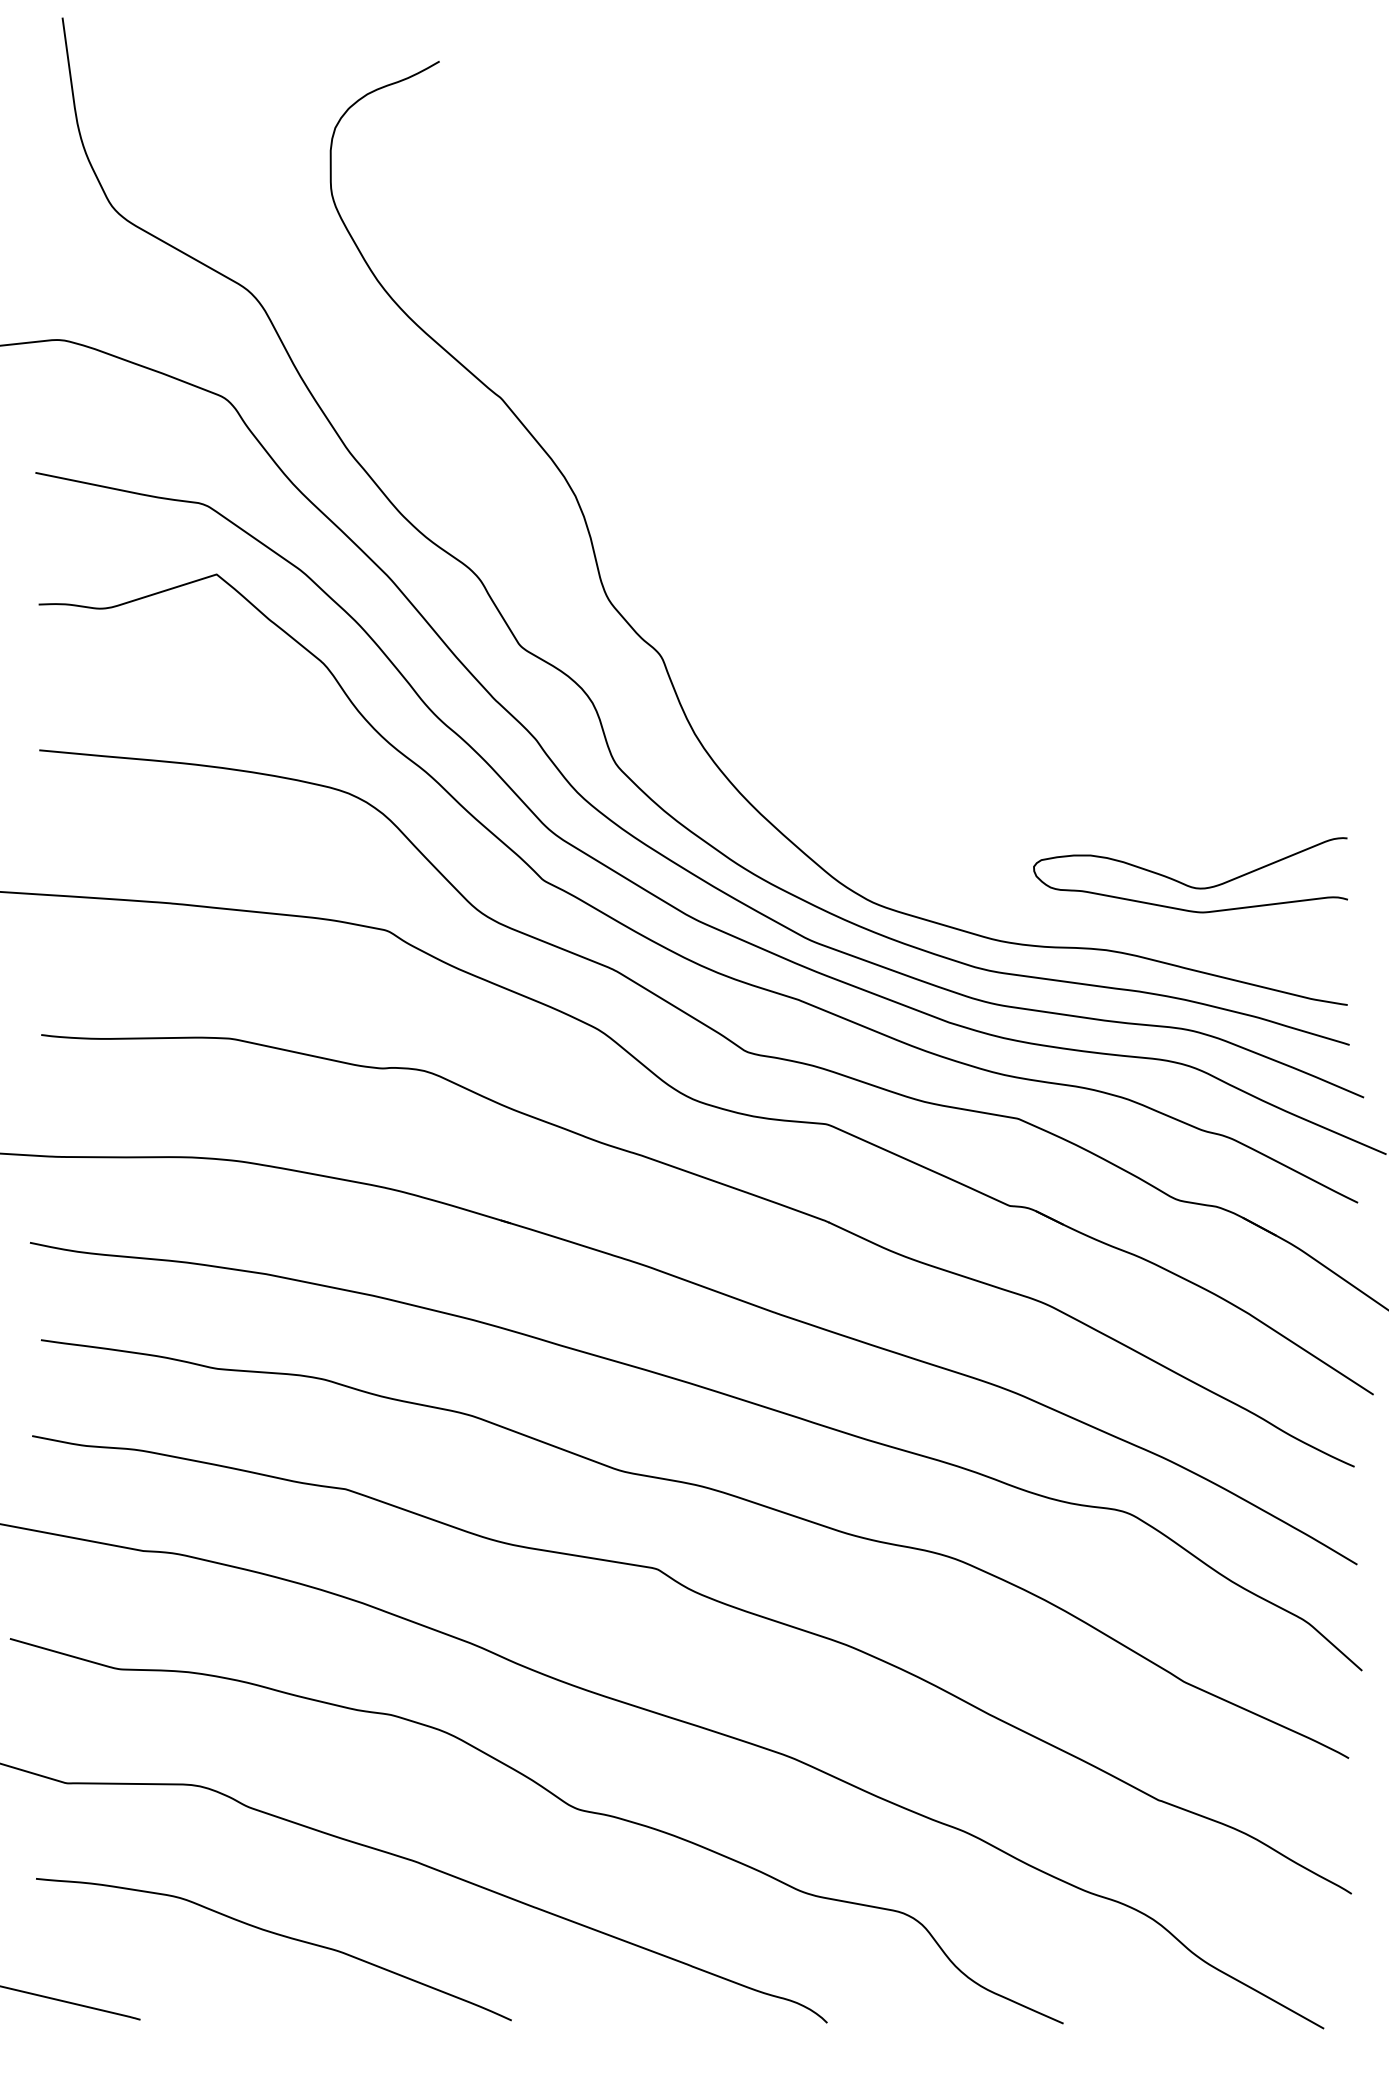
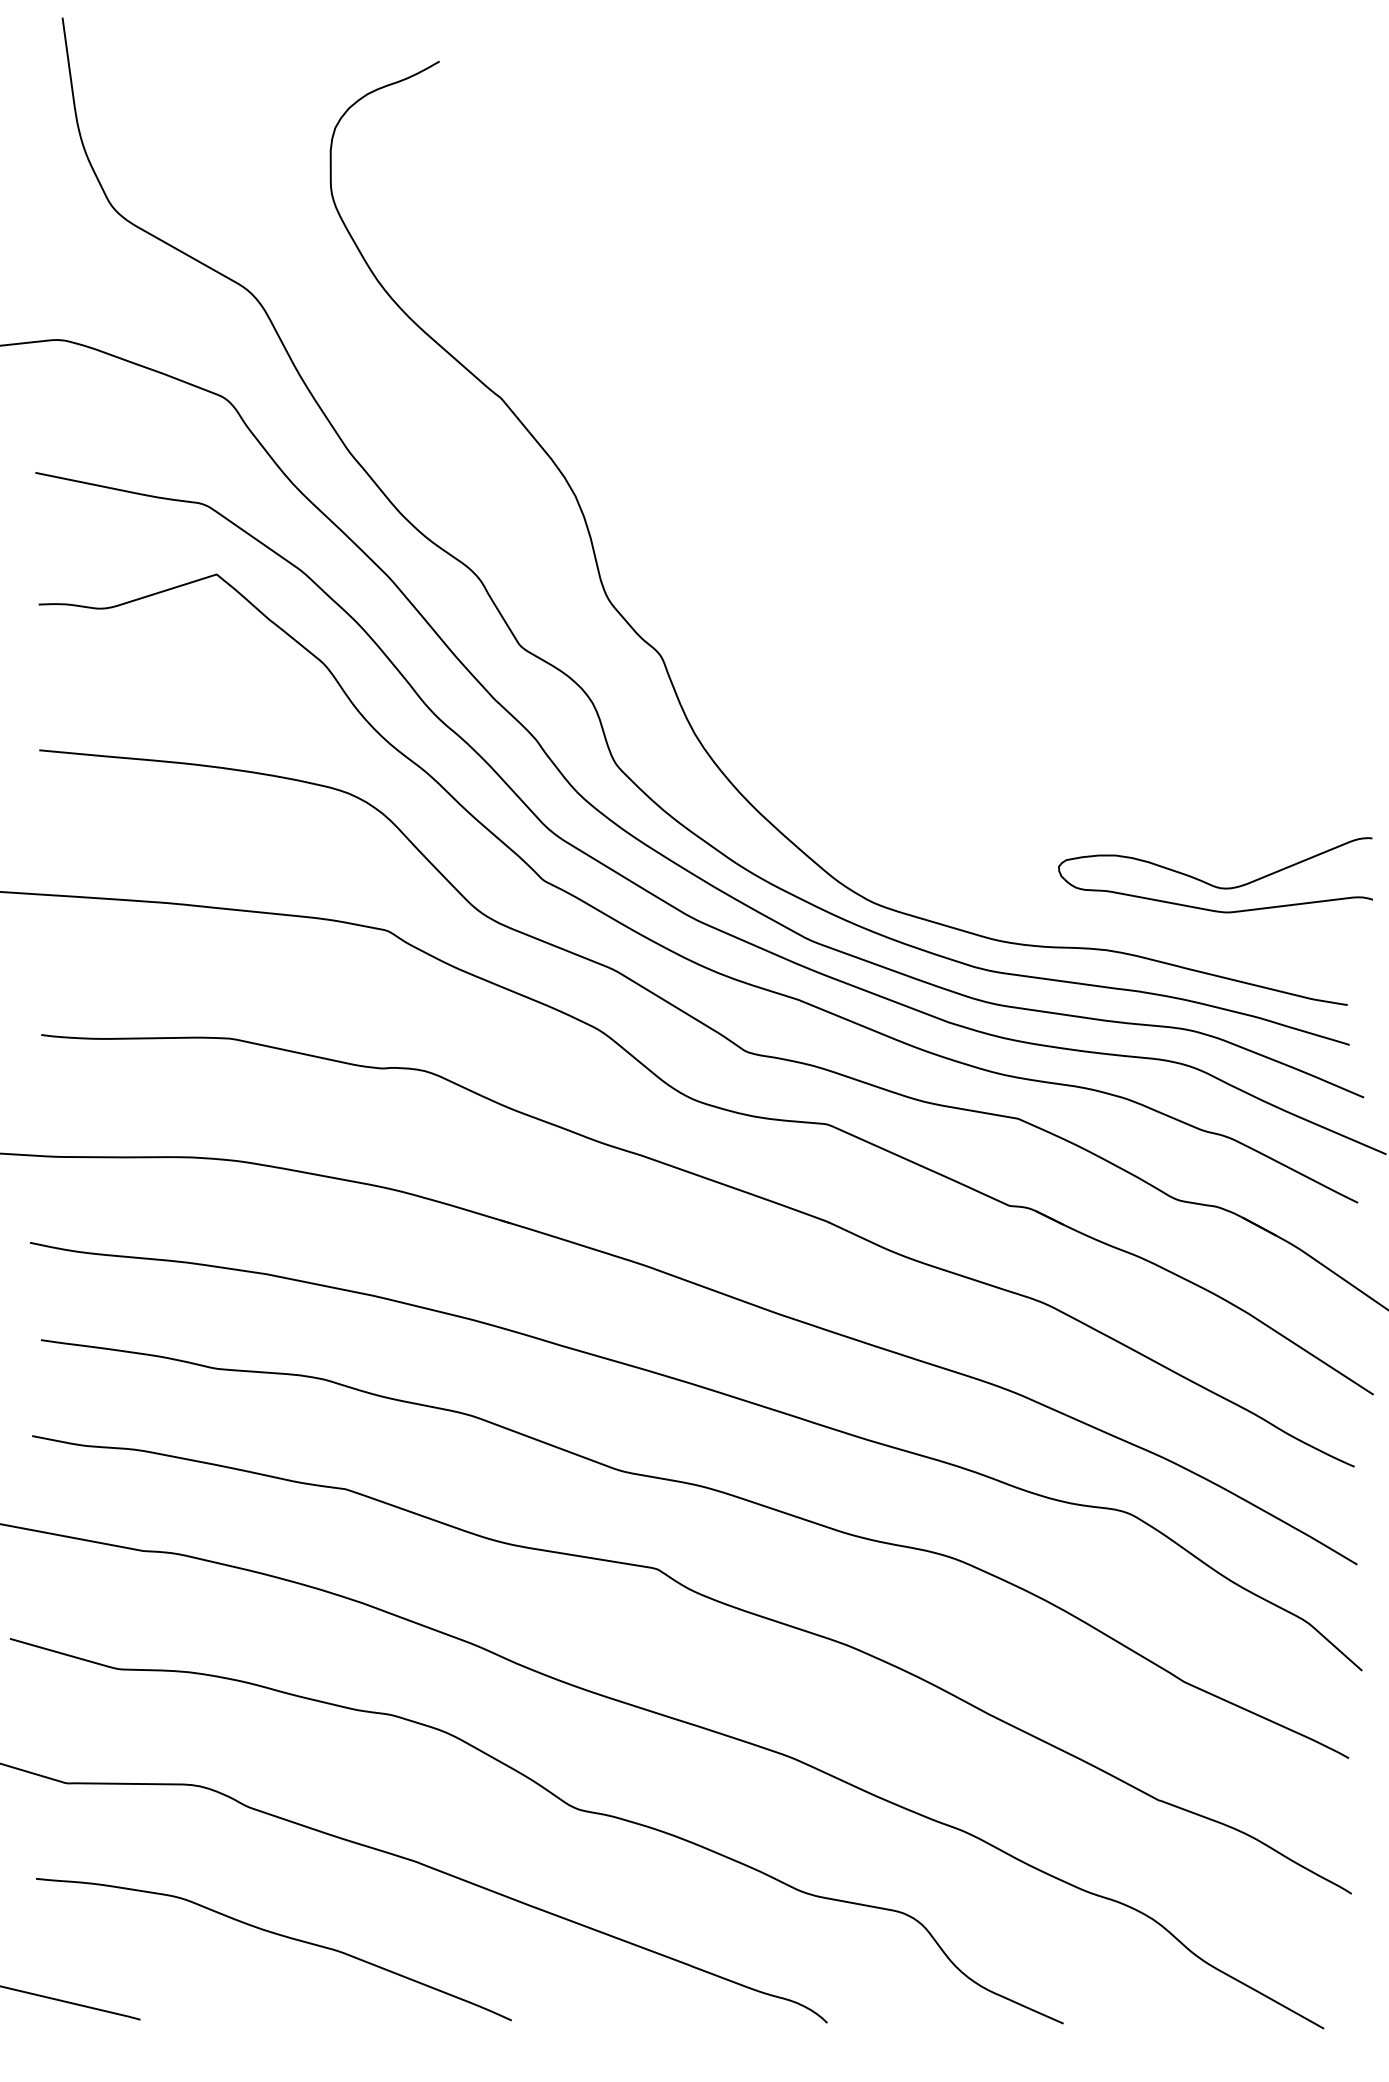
curve at (1185, 883) position: (1185, 883) -> (1210, 883)
